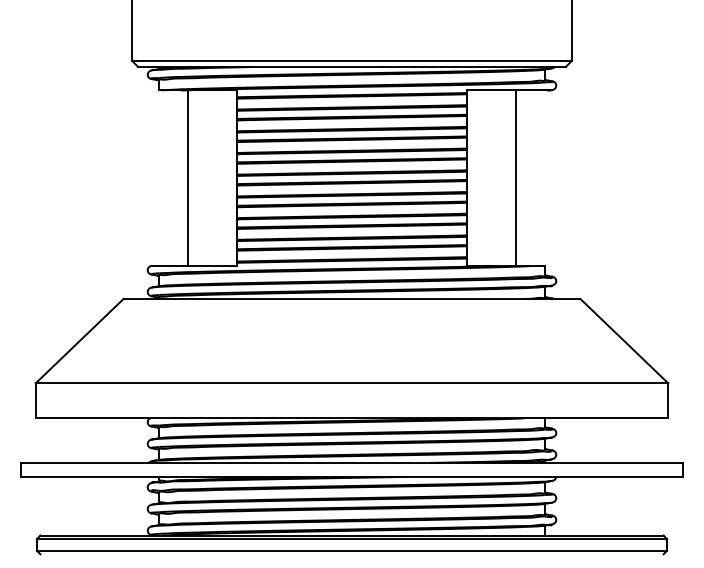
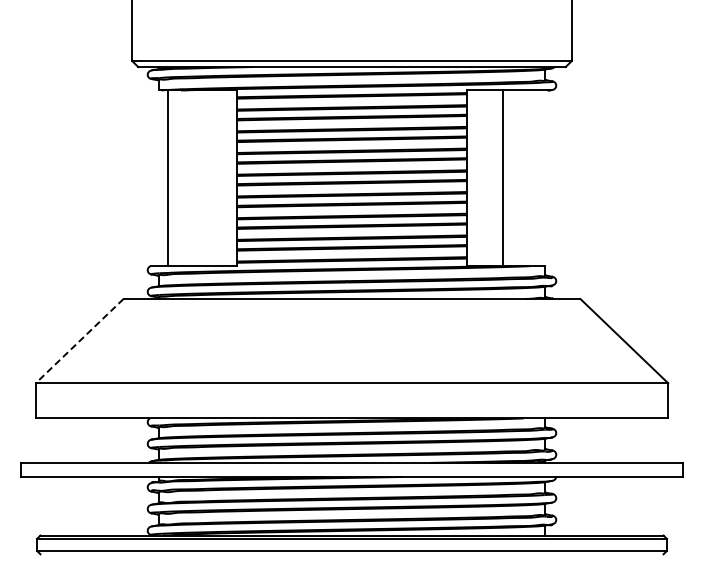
line at (188, 178) position: (188, 178) -> (168, 178)
line at (515, 178) position: (515, 178) -> (502, 178)
line at (79, 341): solid -> dashed
